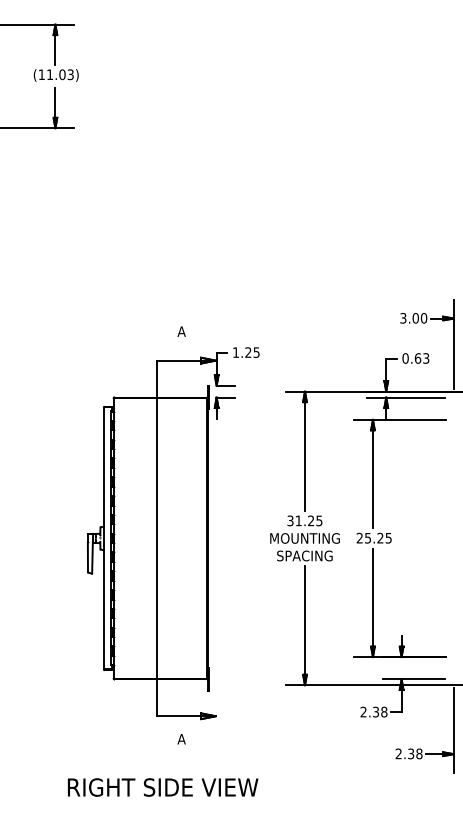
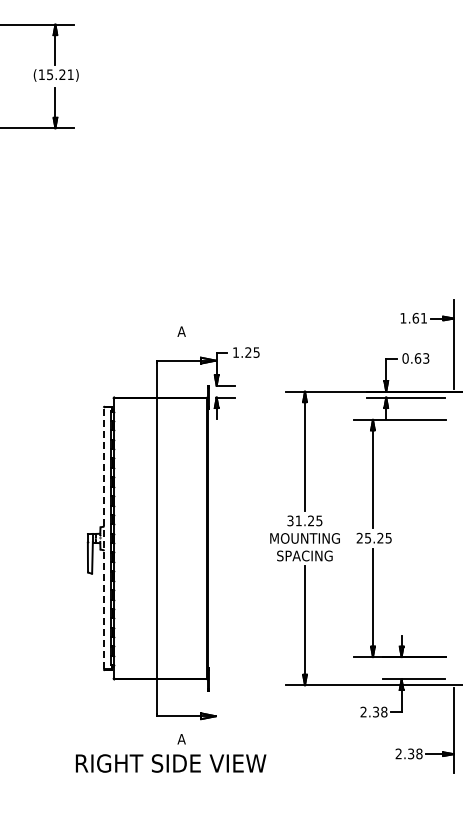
text at (60, 74): (11.03) -> (15.21)
text at (413, 318): 3.00 -> 1.61
line at (103, 538): solid -> dashed
text at (163, 787) position: (163, 787) -> (171, 763)
